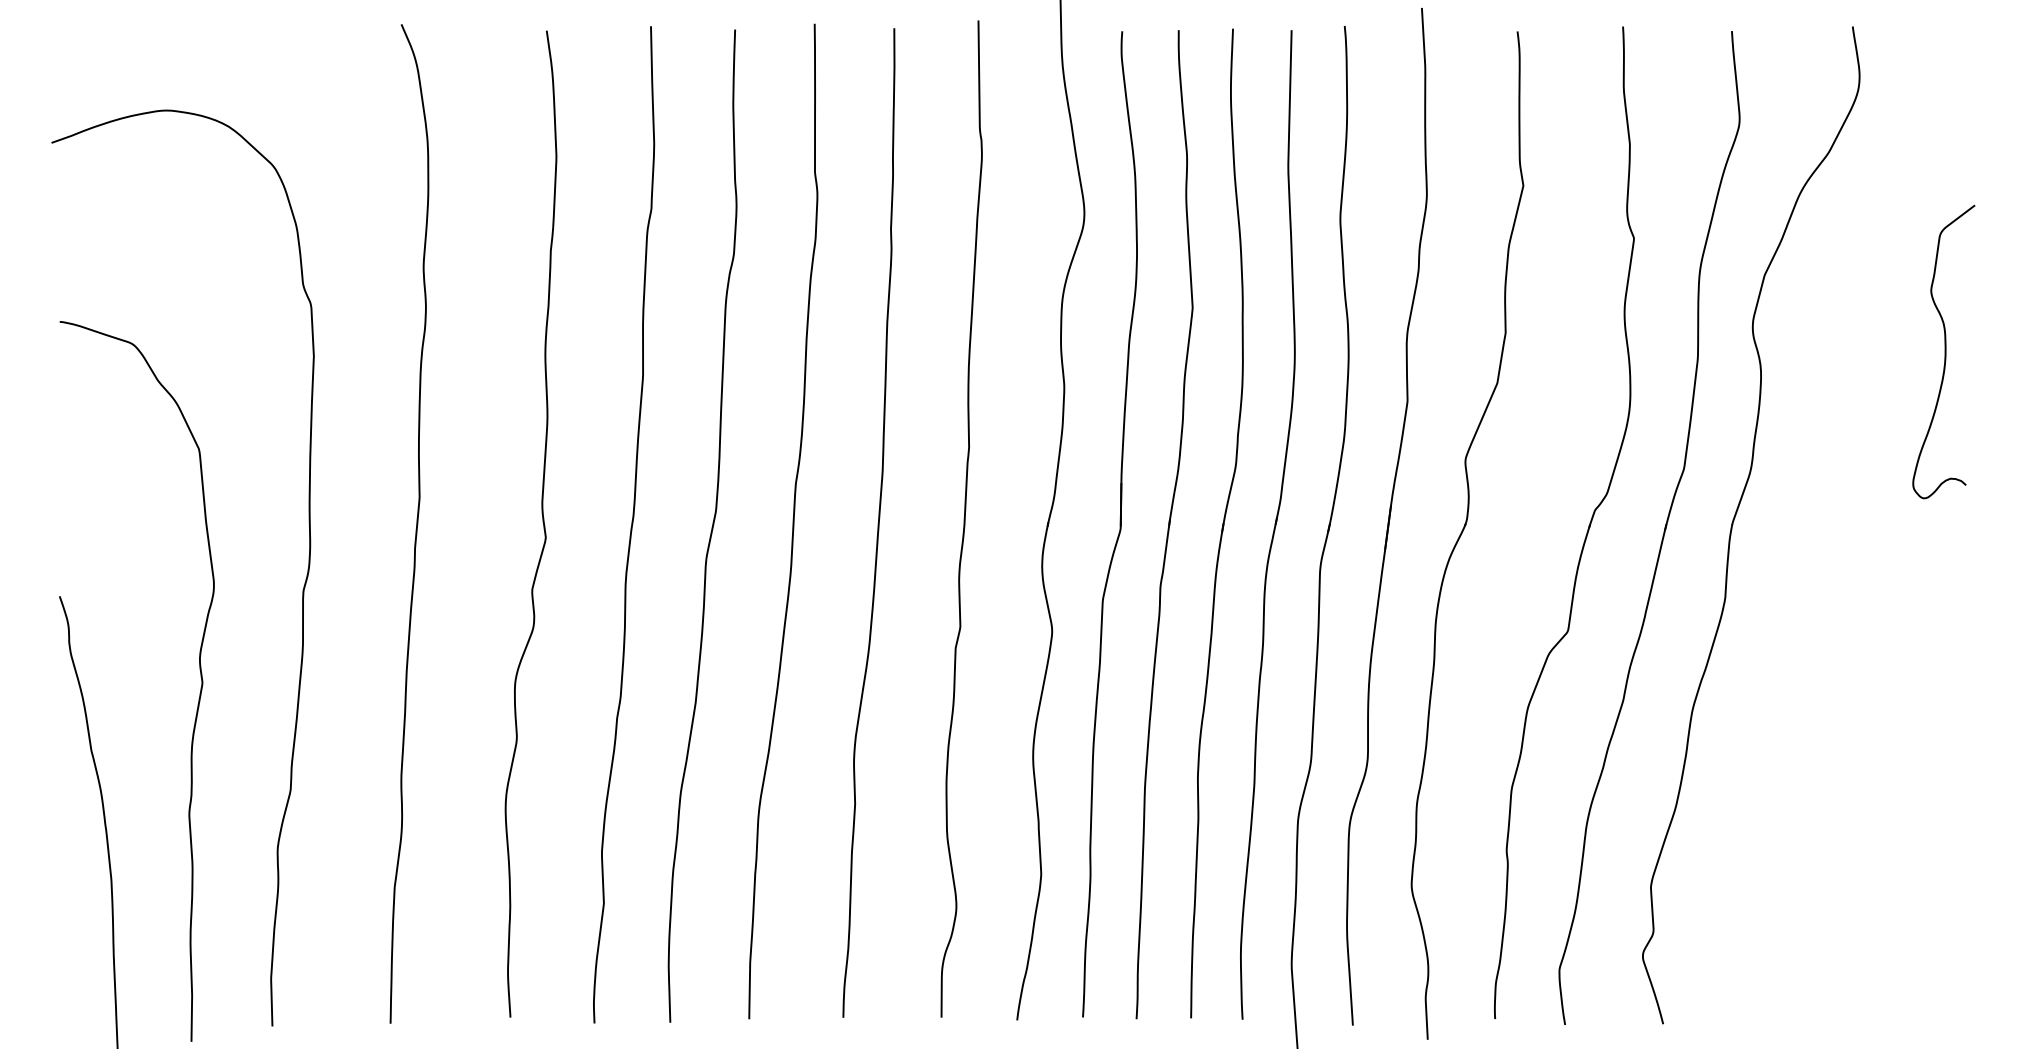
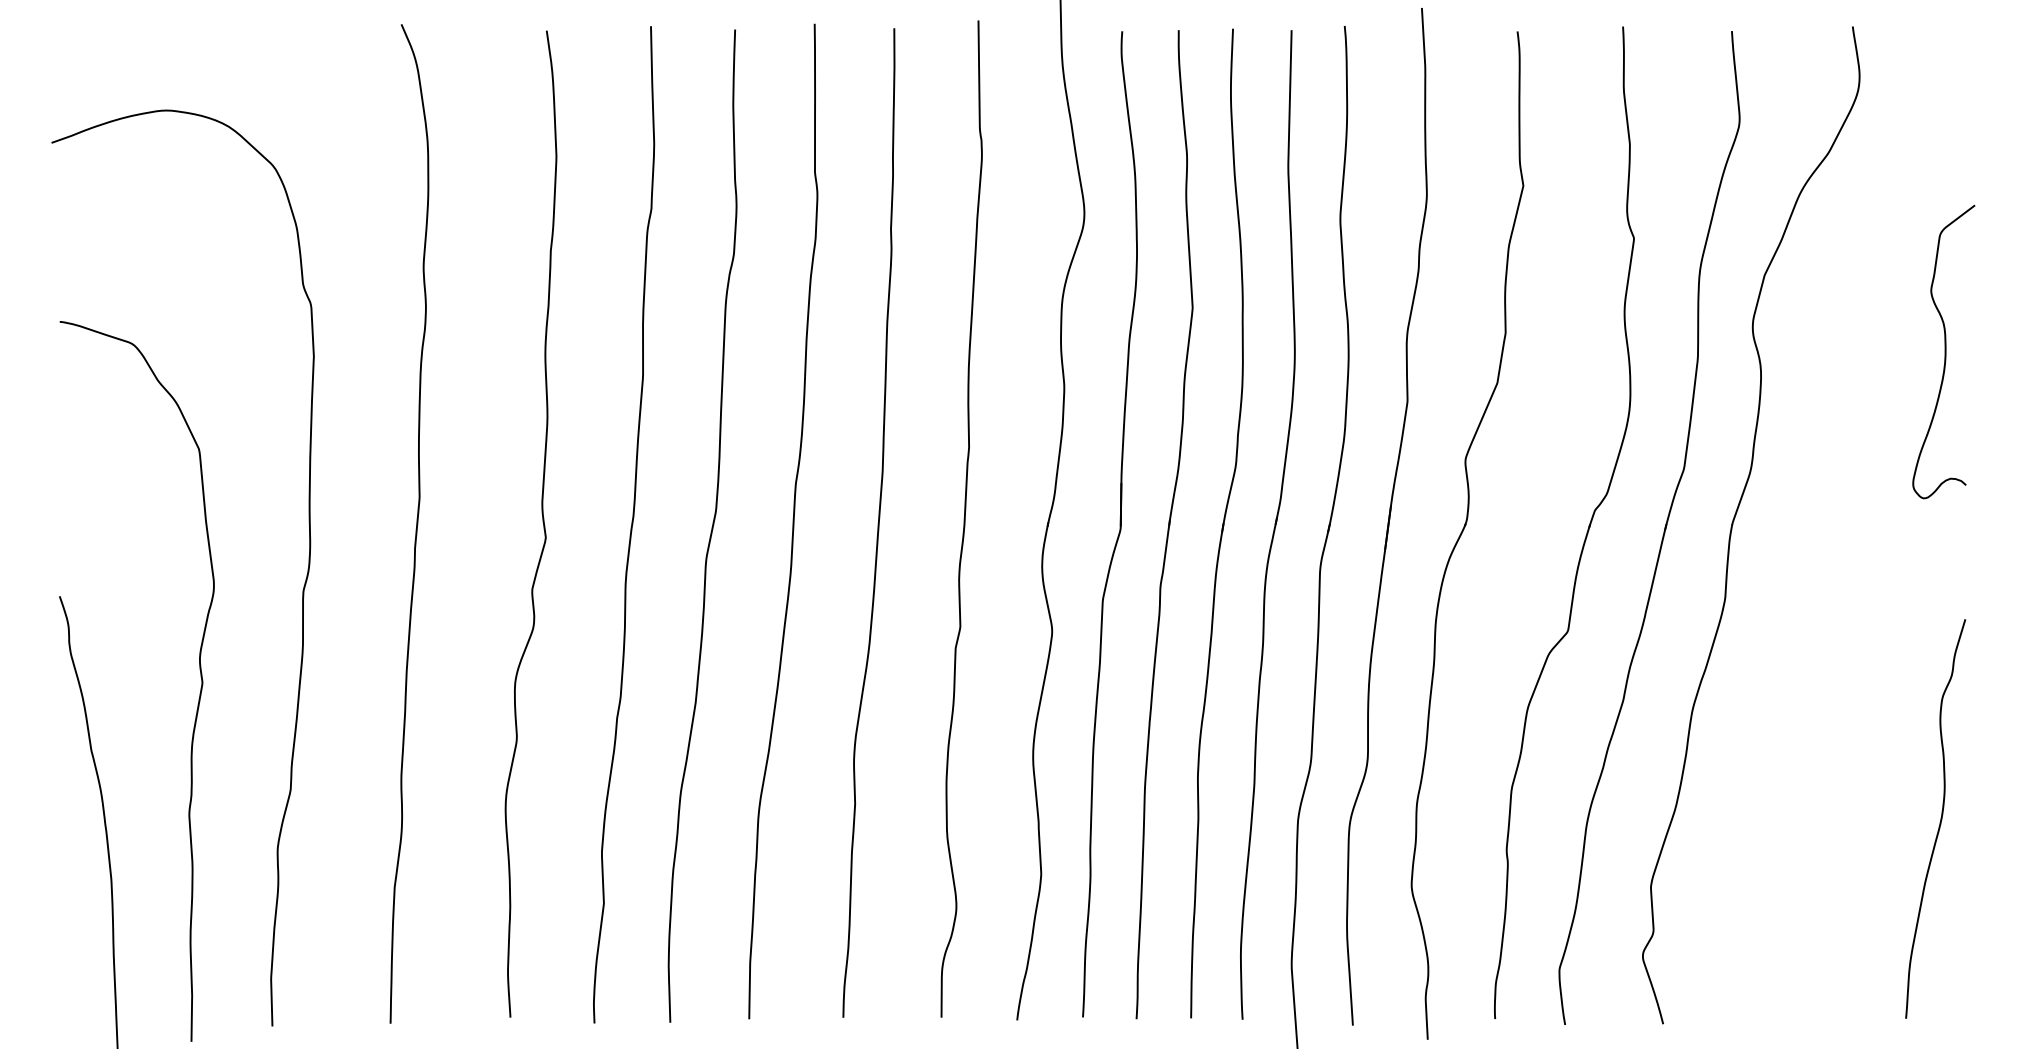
curve at (1940, 818): none -> present
